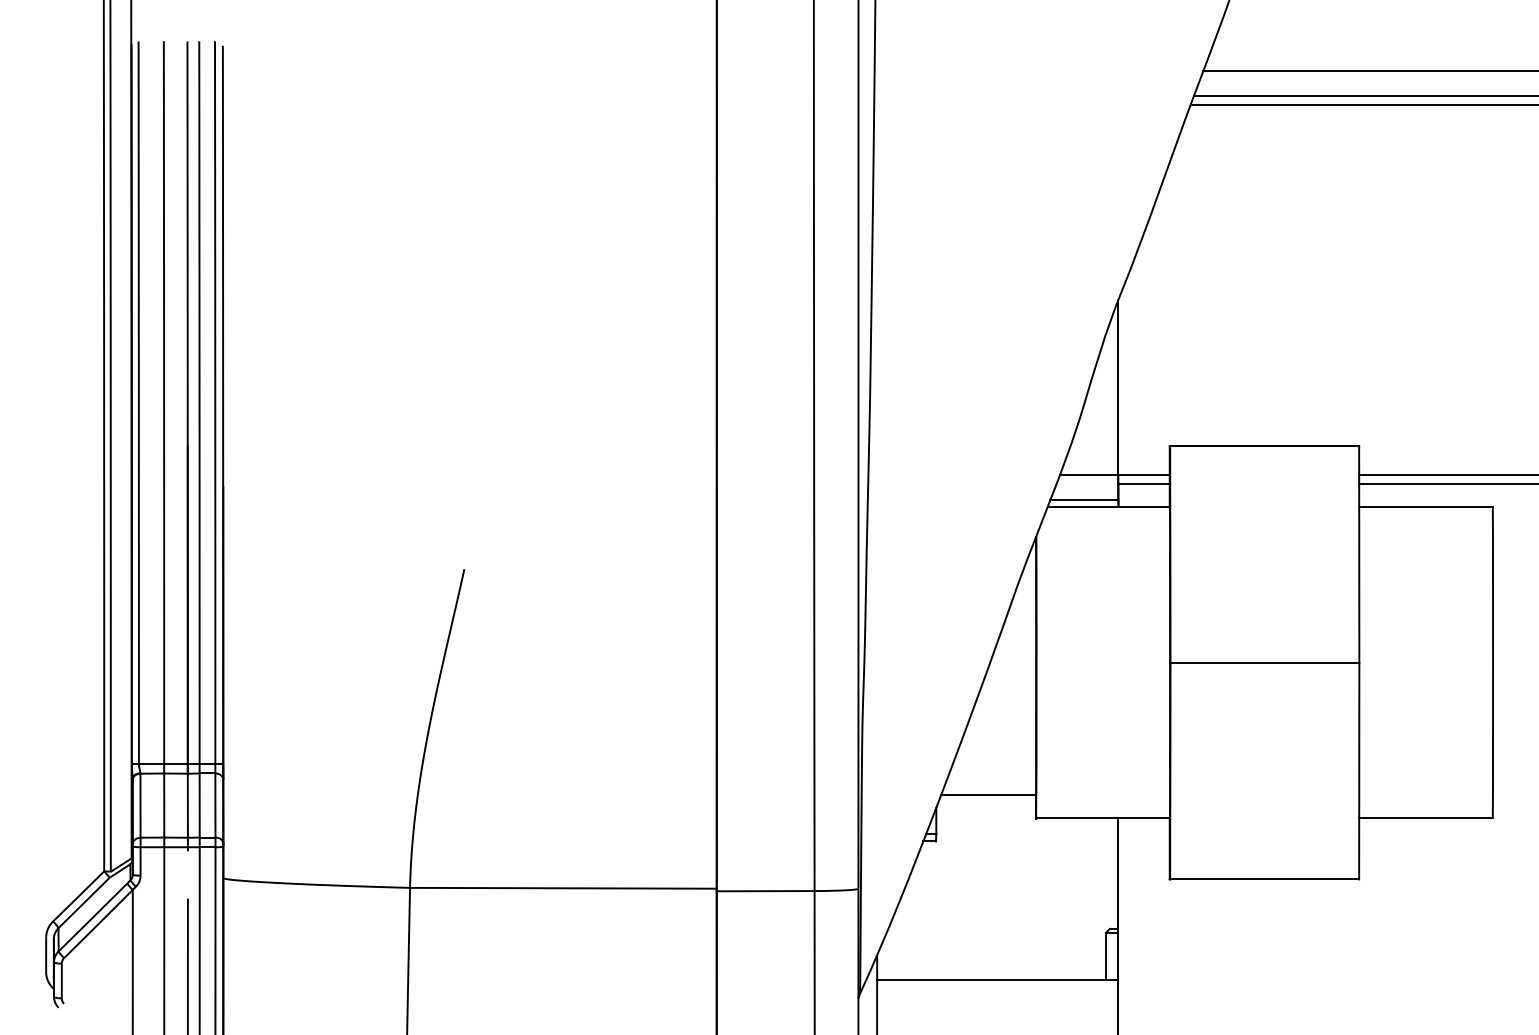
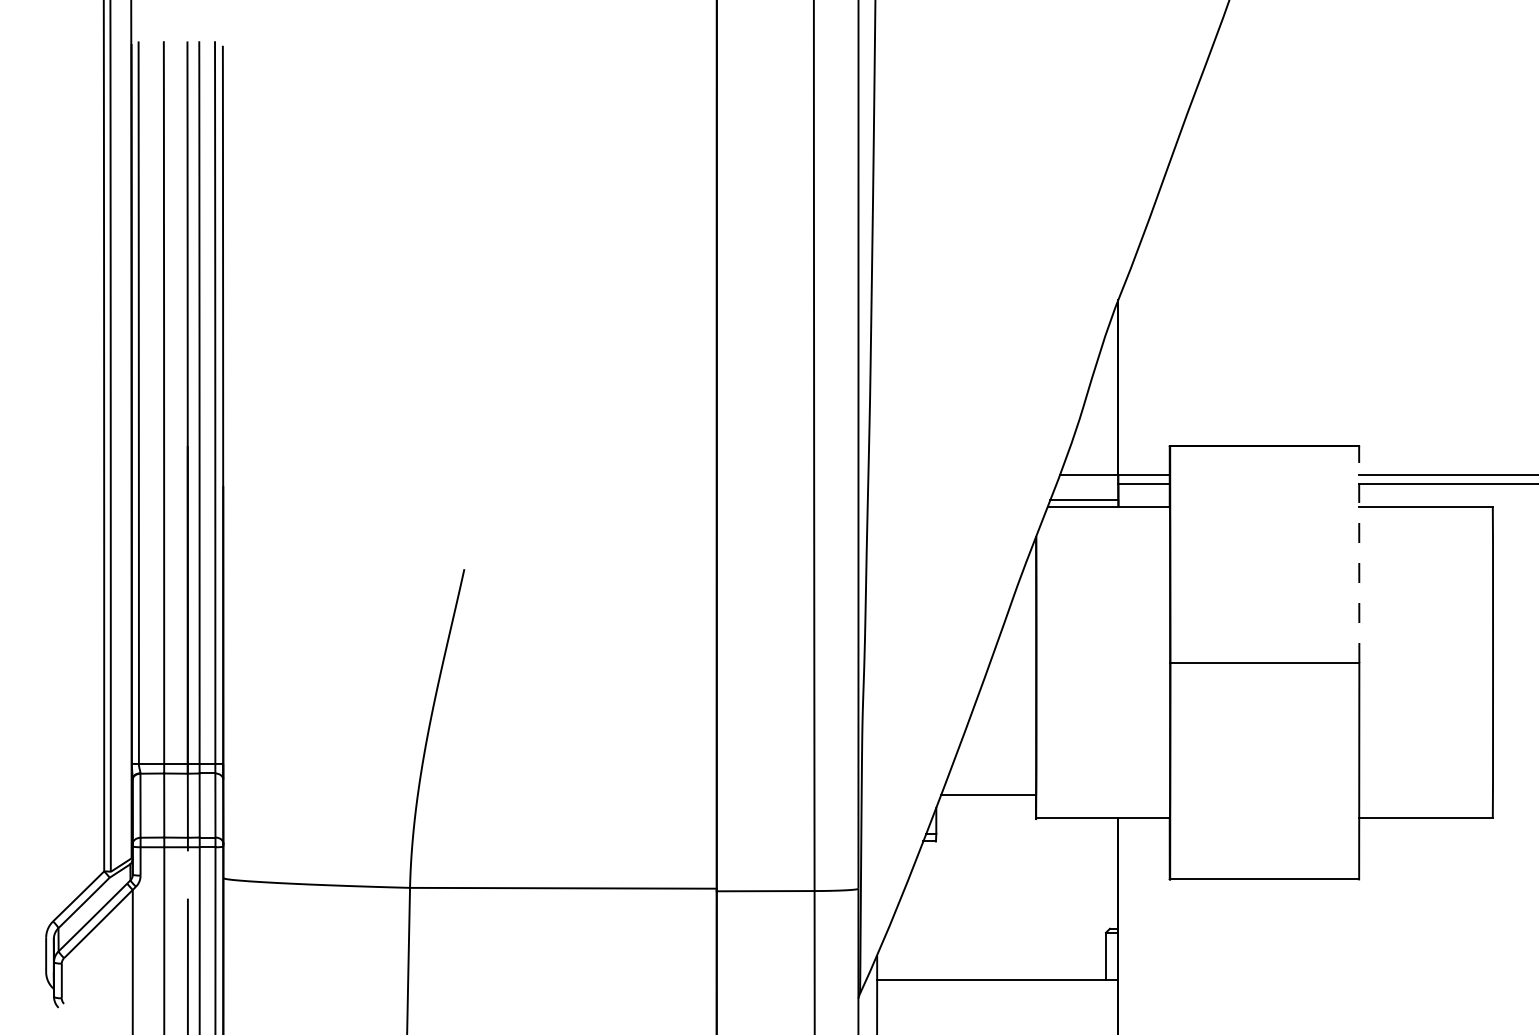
line at (1369, 71): present -> none
line at (1364, 96): present -> none
line at (1362, 104): present -> none
line at (1359, 554): solid -> dashed
